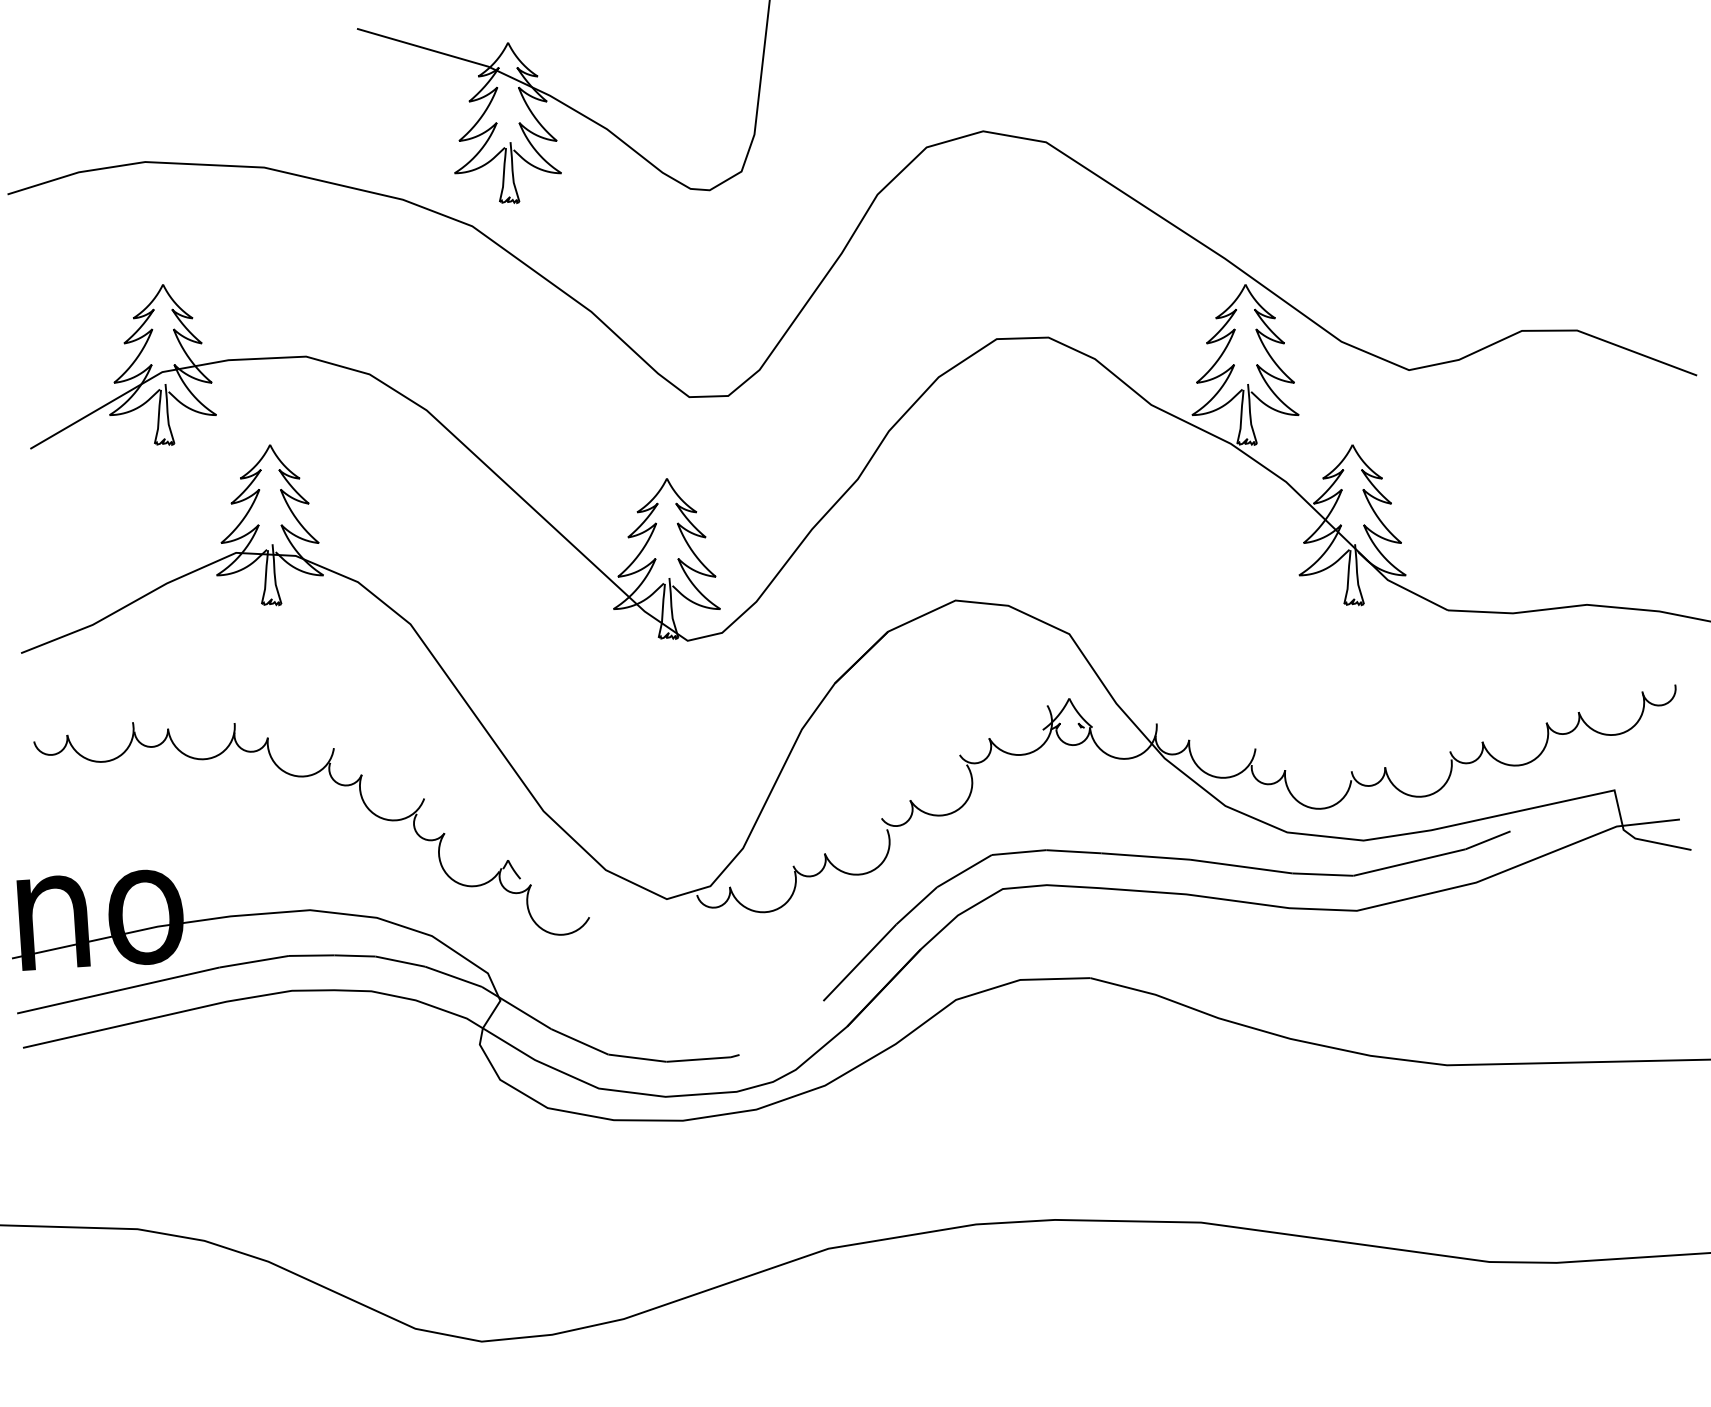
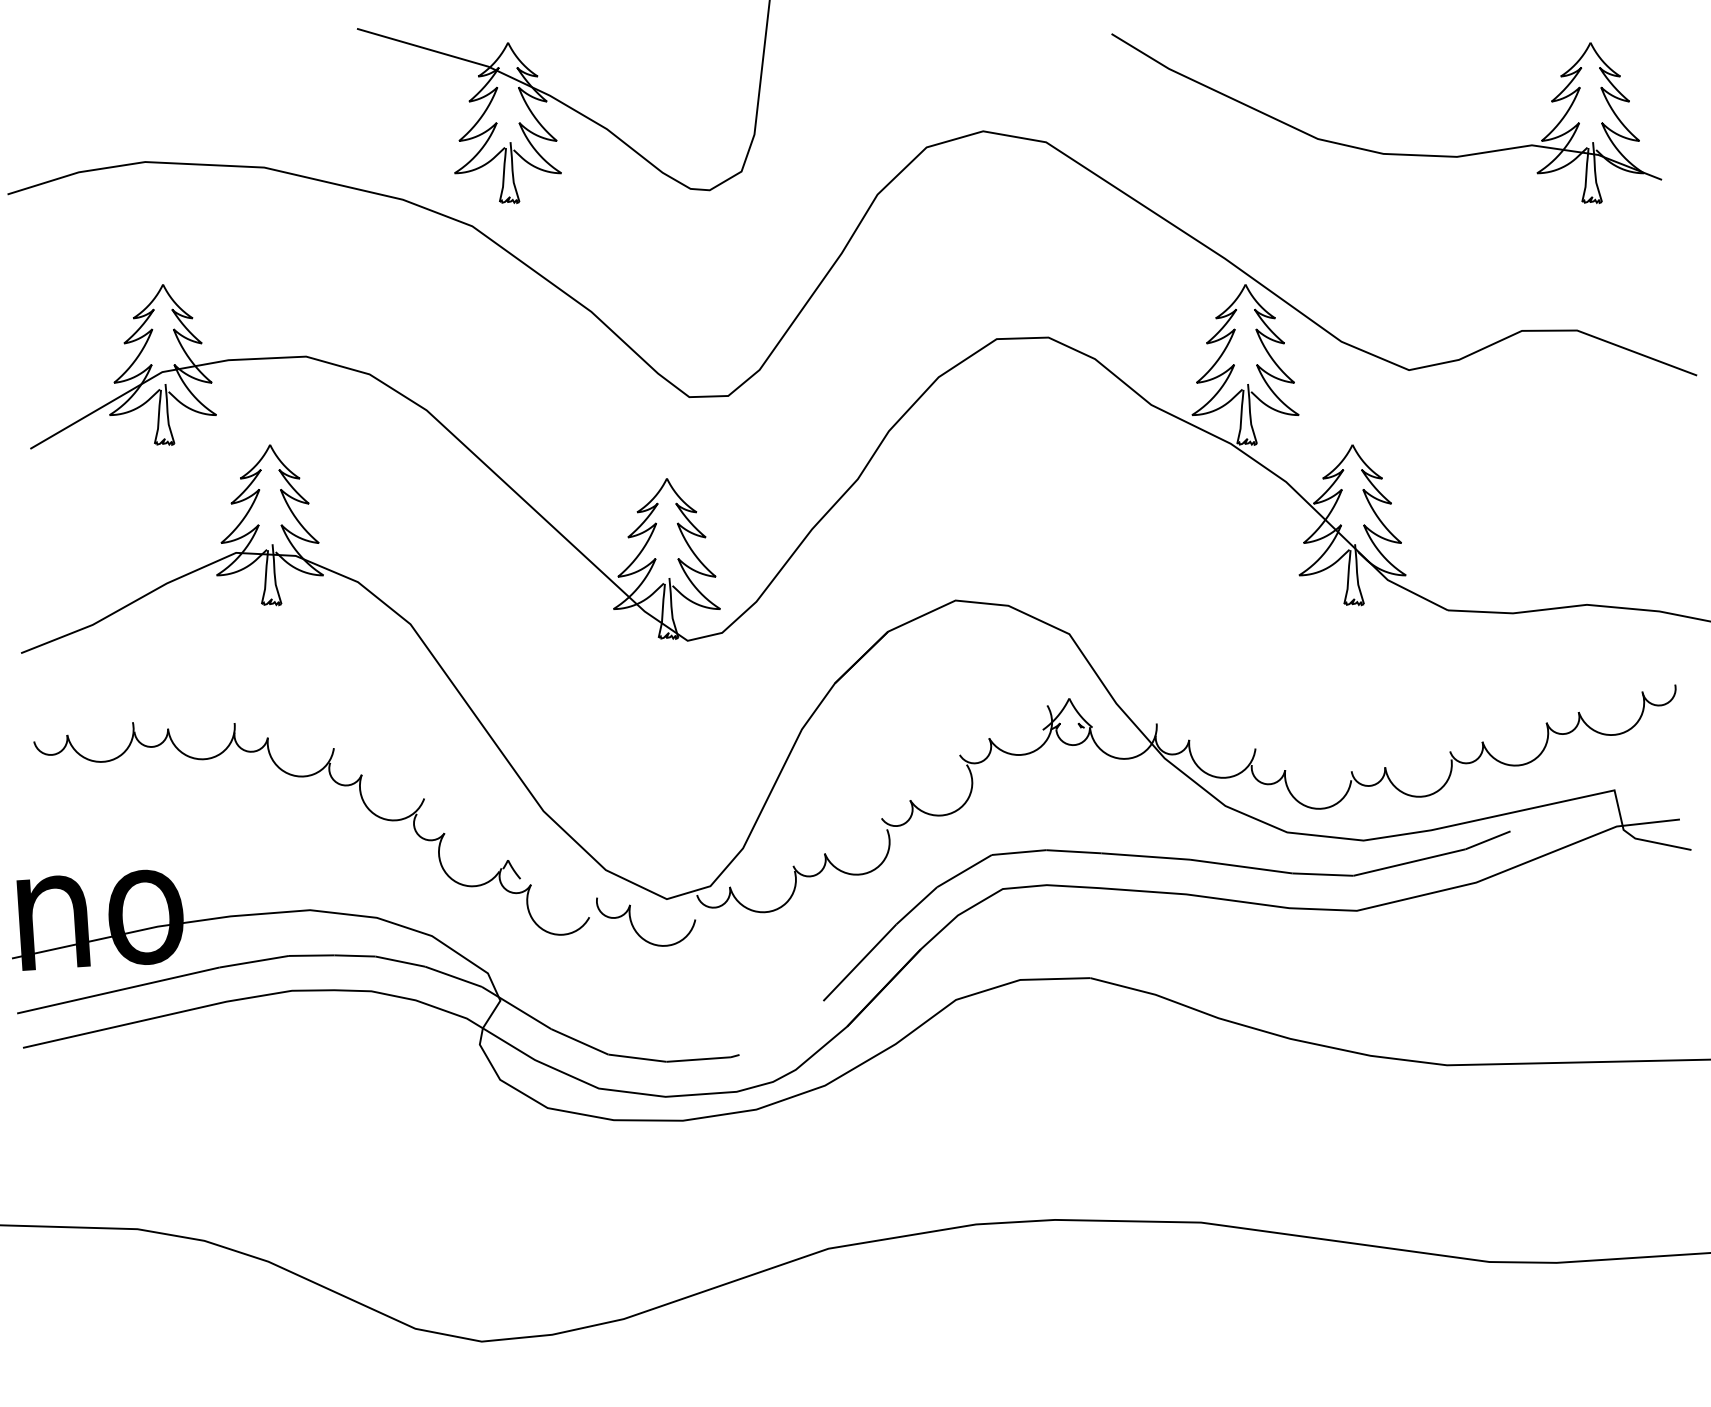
part at (1378, 151): none -> present
part at (635, 928): none -> present
